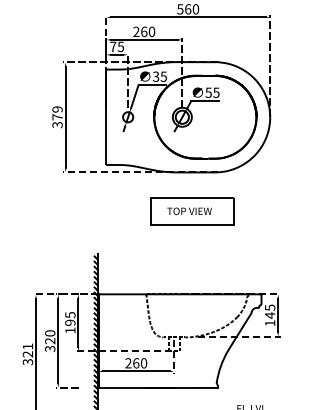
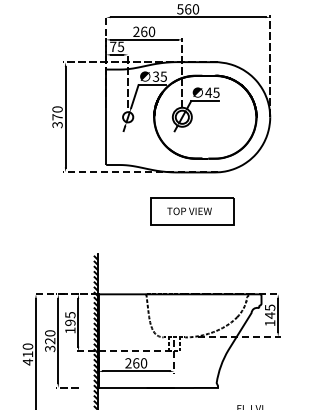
text at (208, 92): 55 -> 45
text at (57, 109): 379 -> 370
text at (27, 354): 321 -> 410
